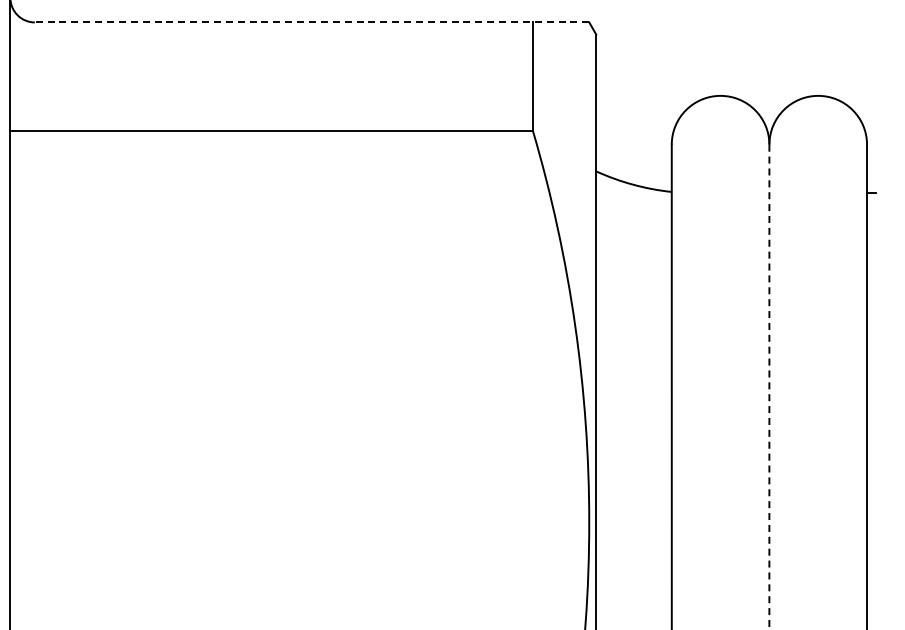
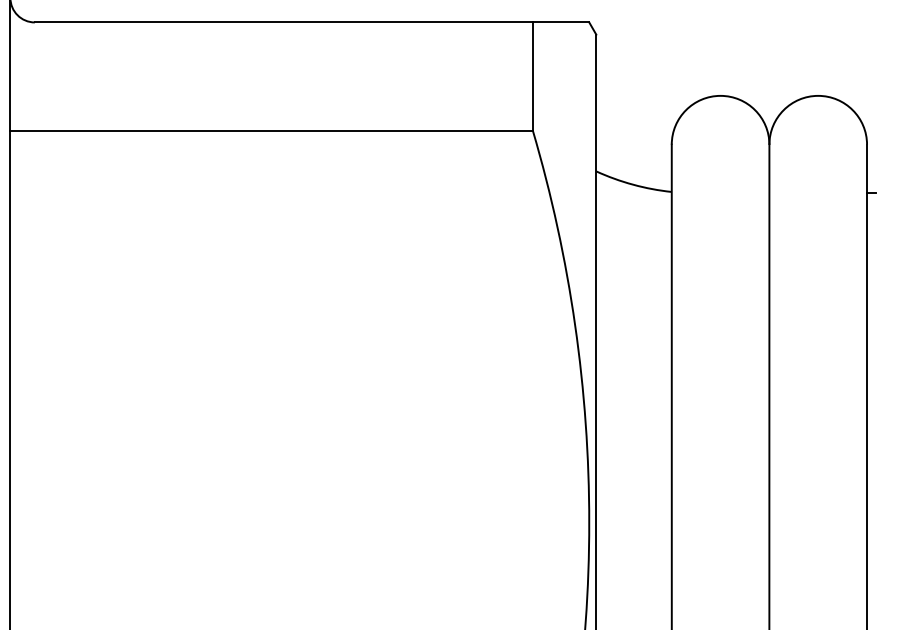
line at (311, 22): dashed -> solid
line at (769, 387): dashed -> solid
